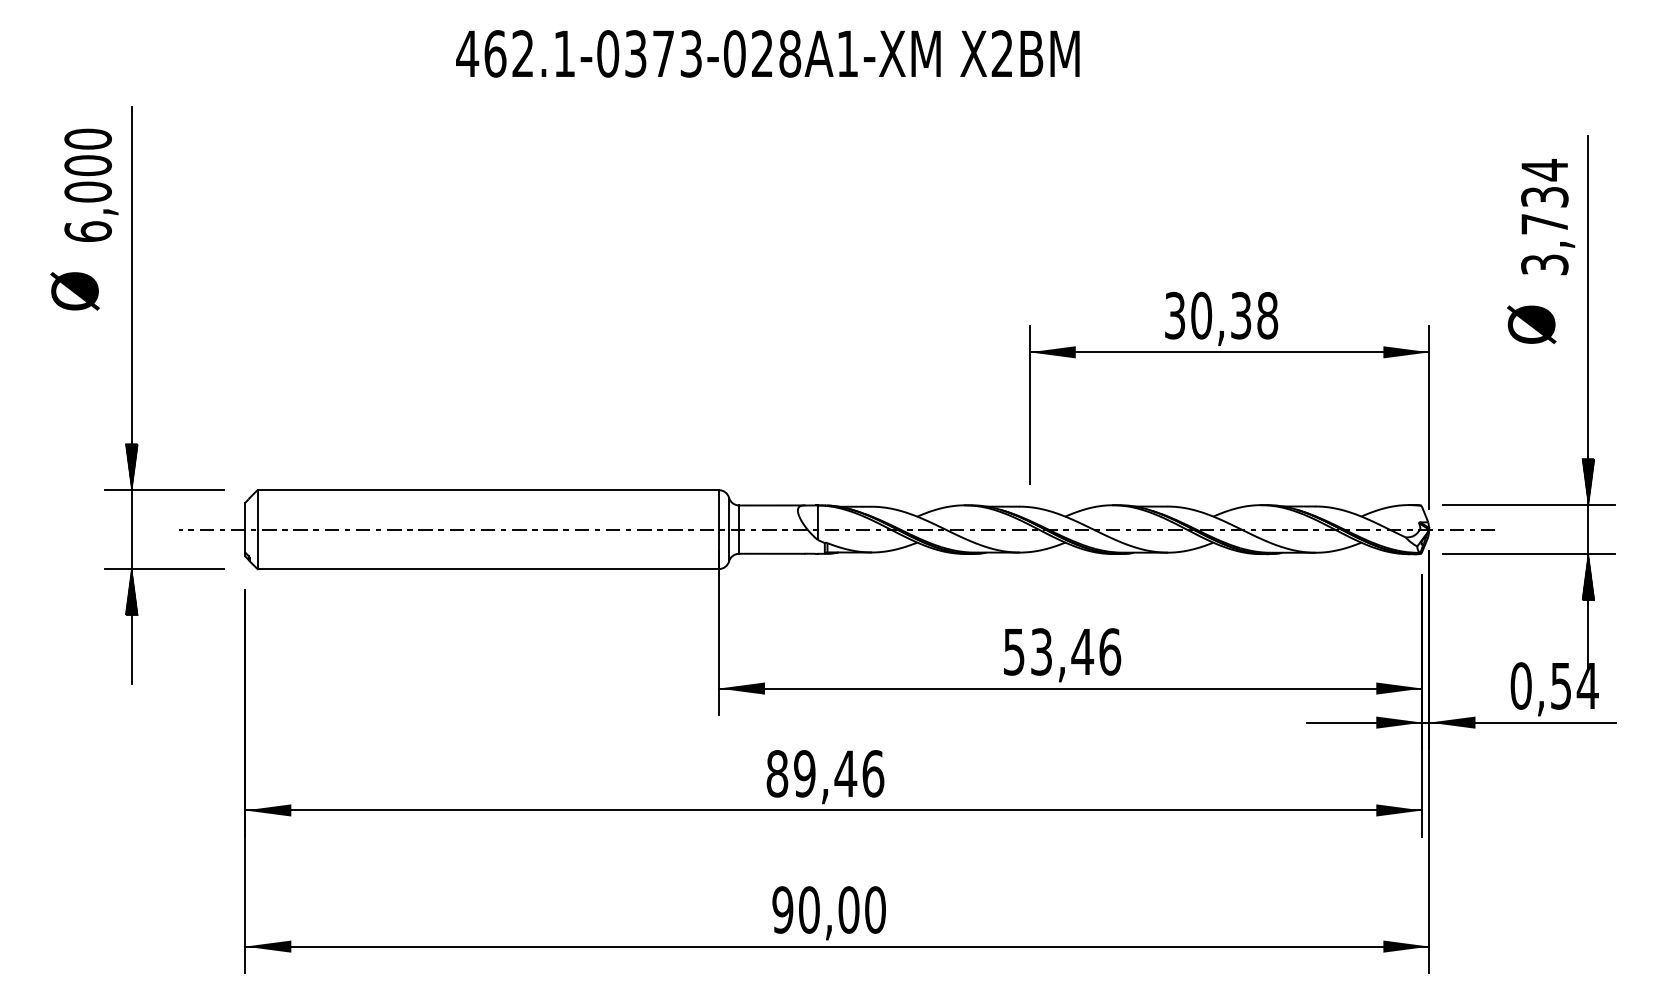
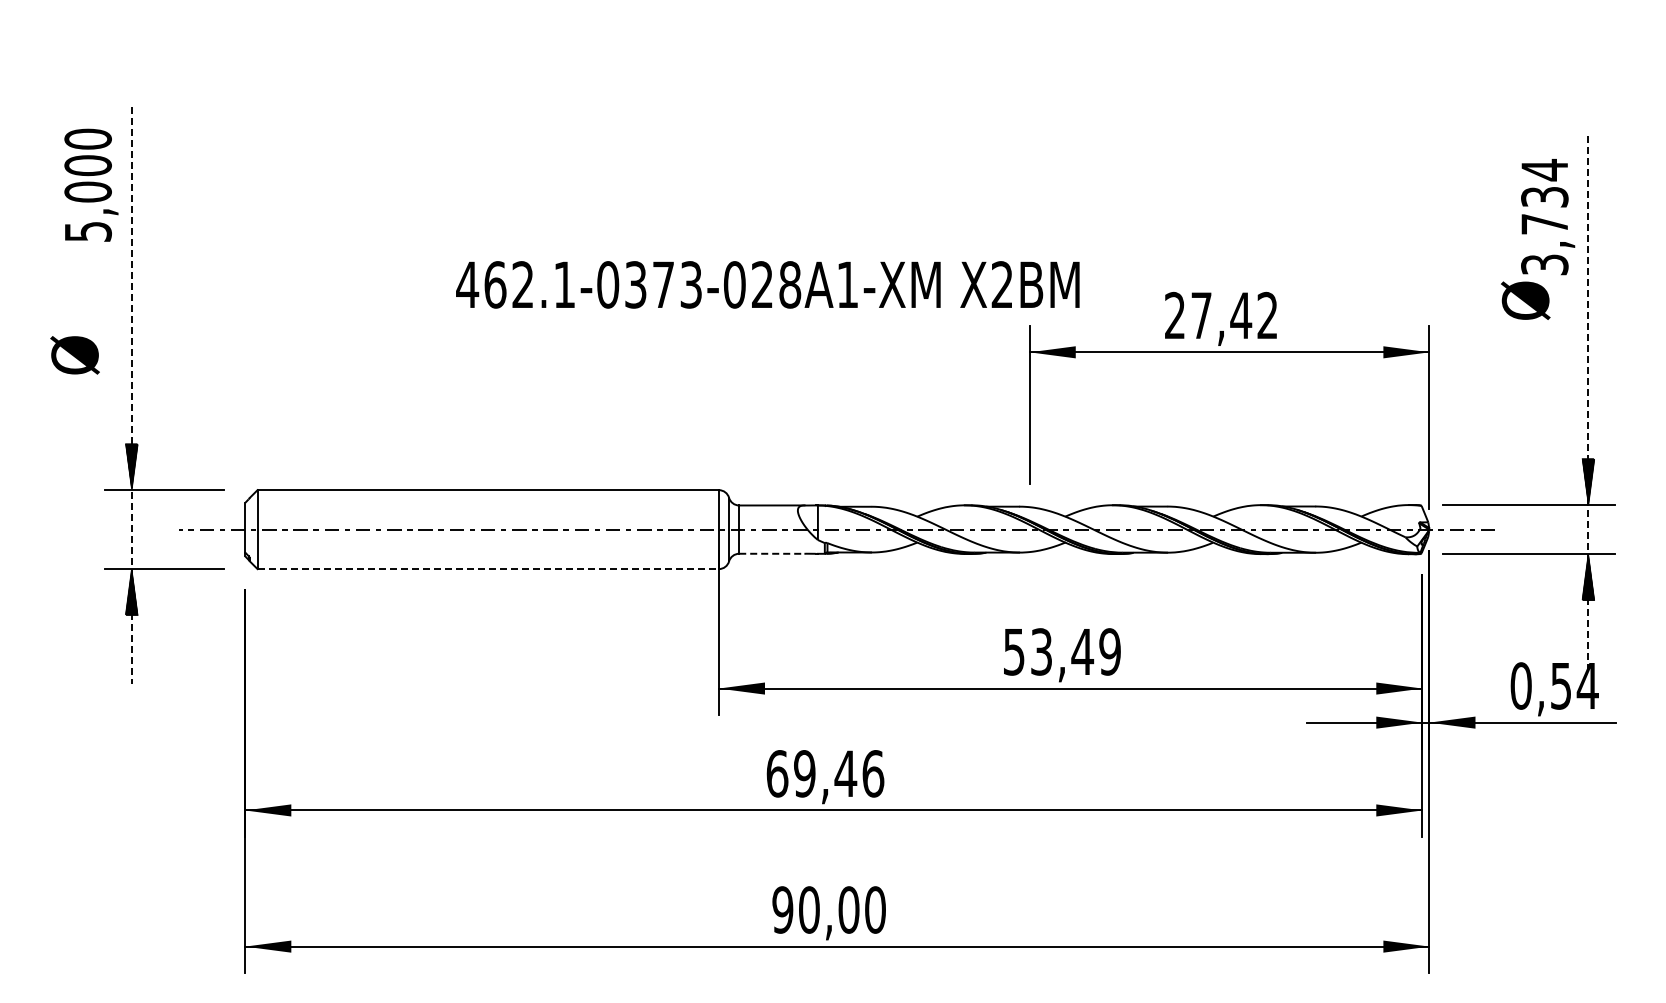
text at (767, 53) position: (767, 53) -> (767, 284)
text at (87, 231): 6,000 -> 5,000
text at (74, 291) position: (74, 291) -> (74, 355)
text at (1221, 315): 30,38 -> 27,42
text at (1531, 324) position: (1531, 324) -> (1525, 300)
line at (131, 395): solid -> dashed
line at (1588, 402): solid -> dashed
line at (771, 553): solid -> dashed
line at (488, 569): solid -> dashed
text at (1110, 651): 53,46 -> 53,49
text at (777, 773): 89,46 -> 69,46
